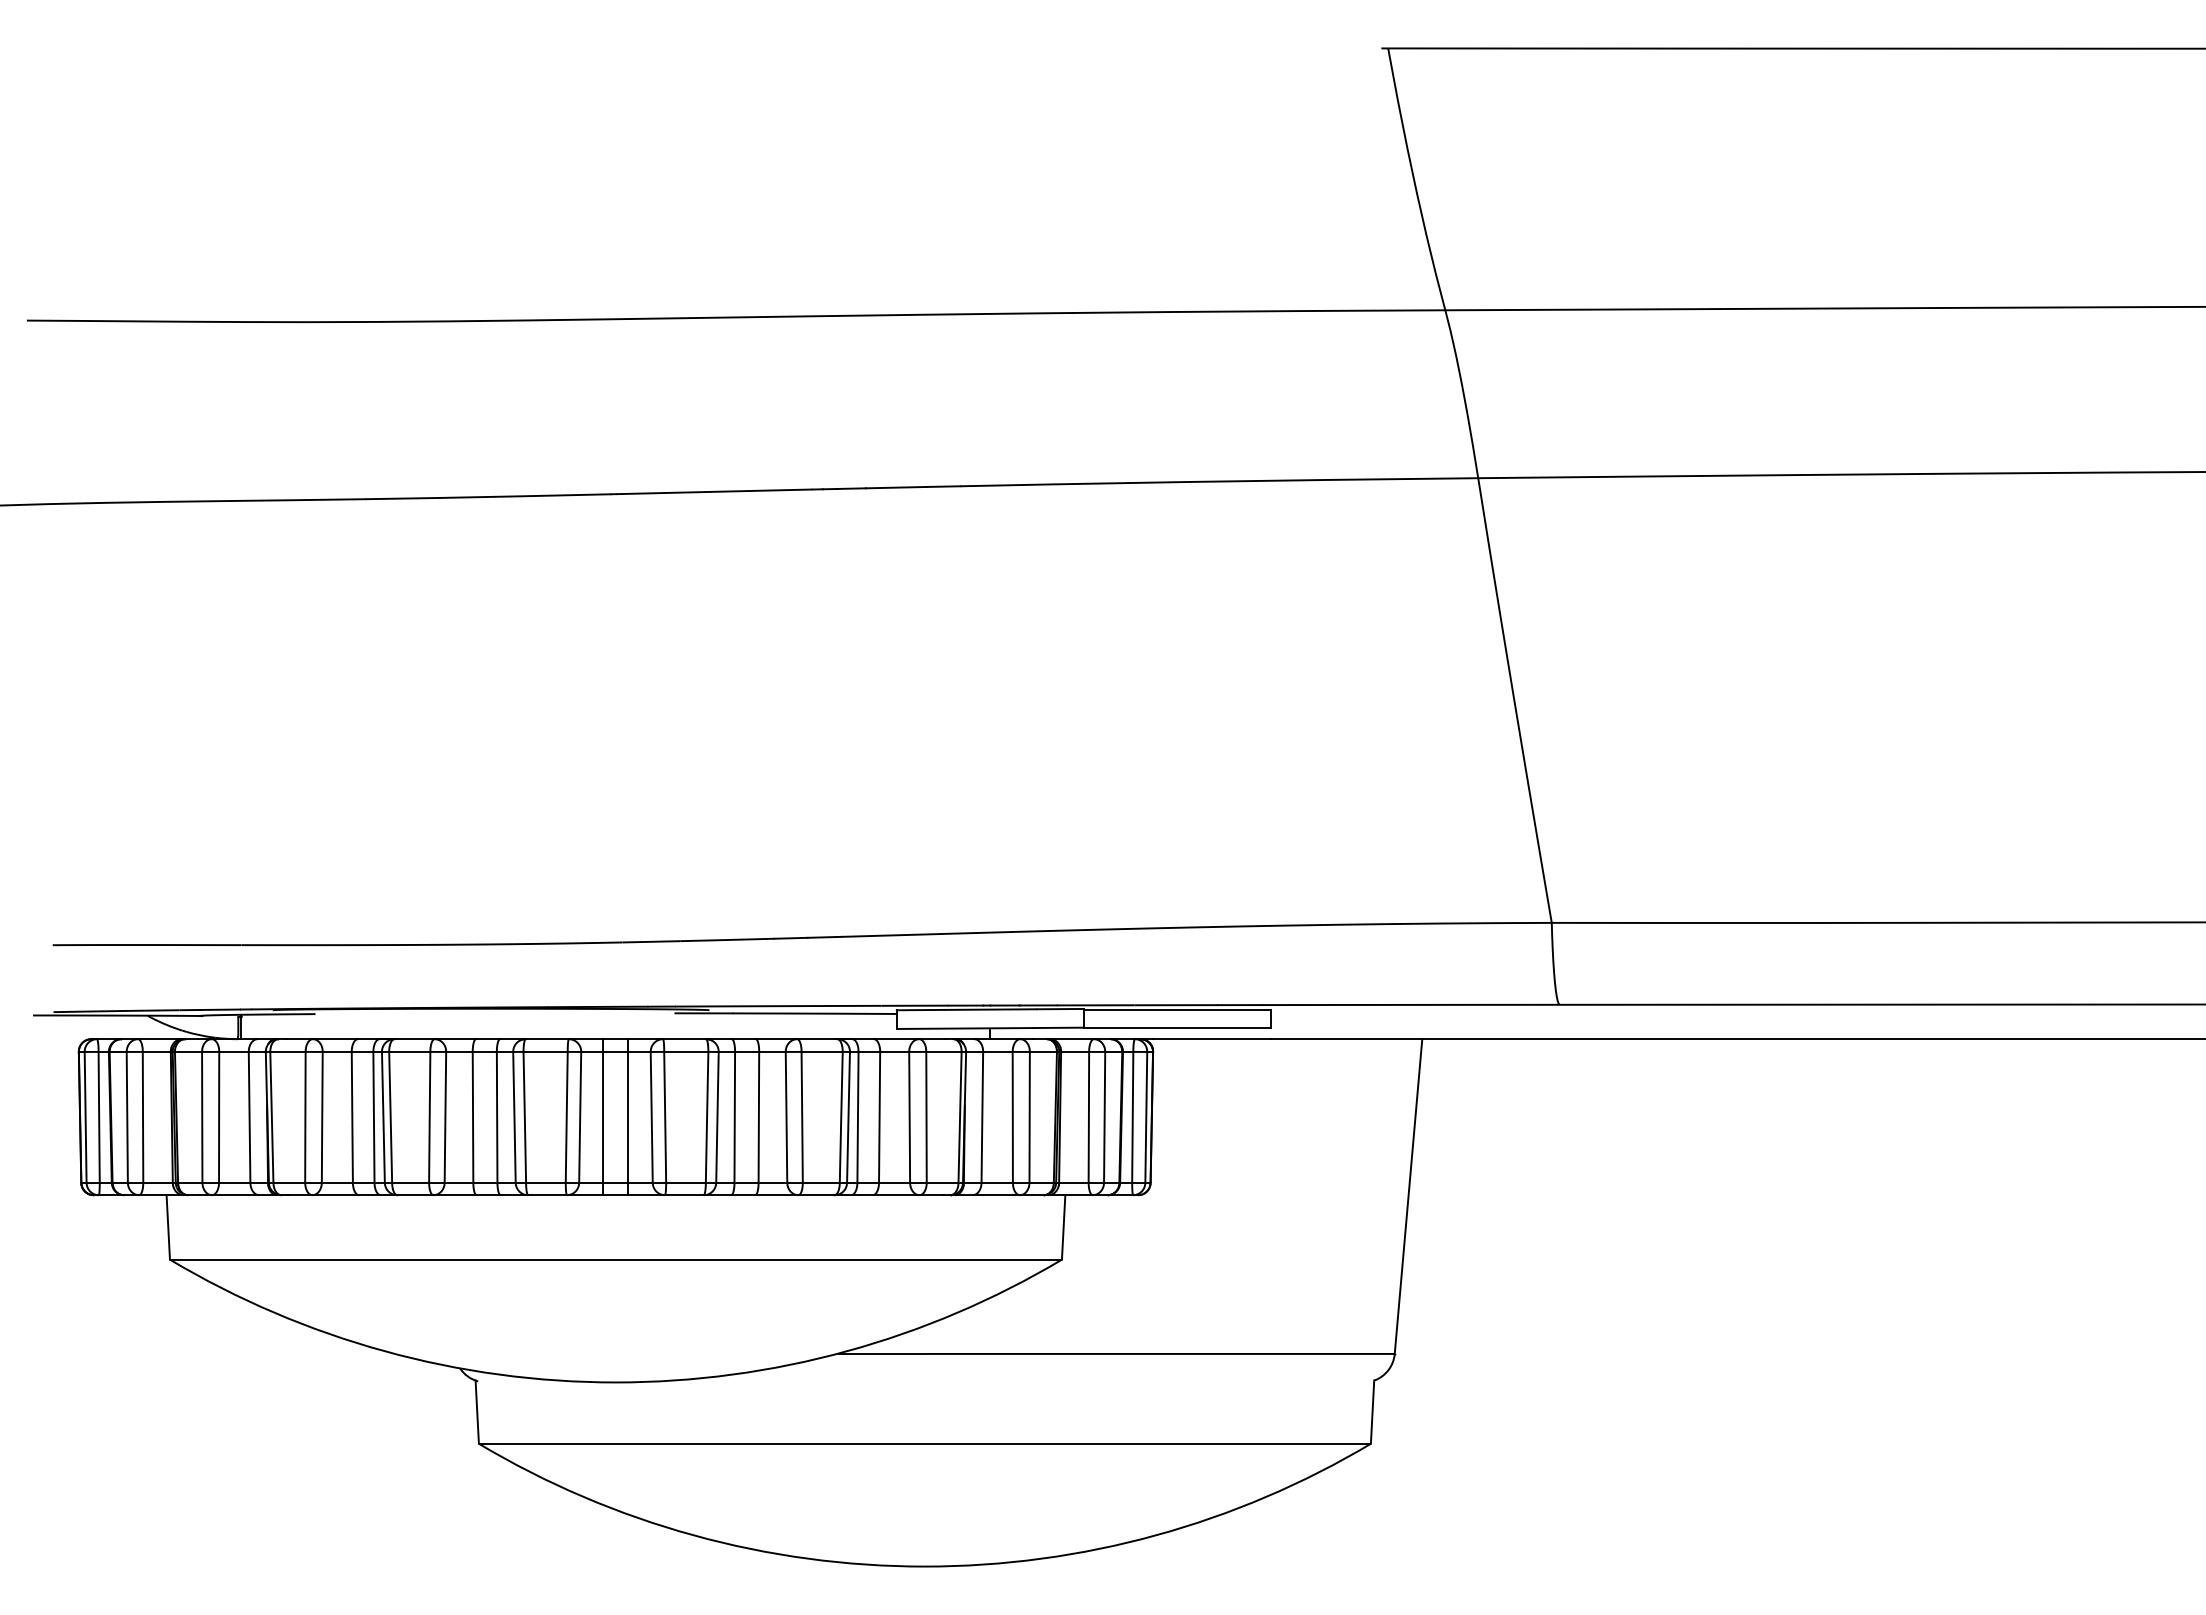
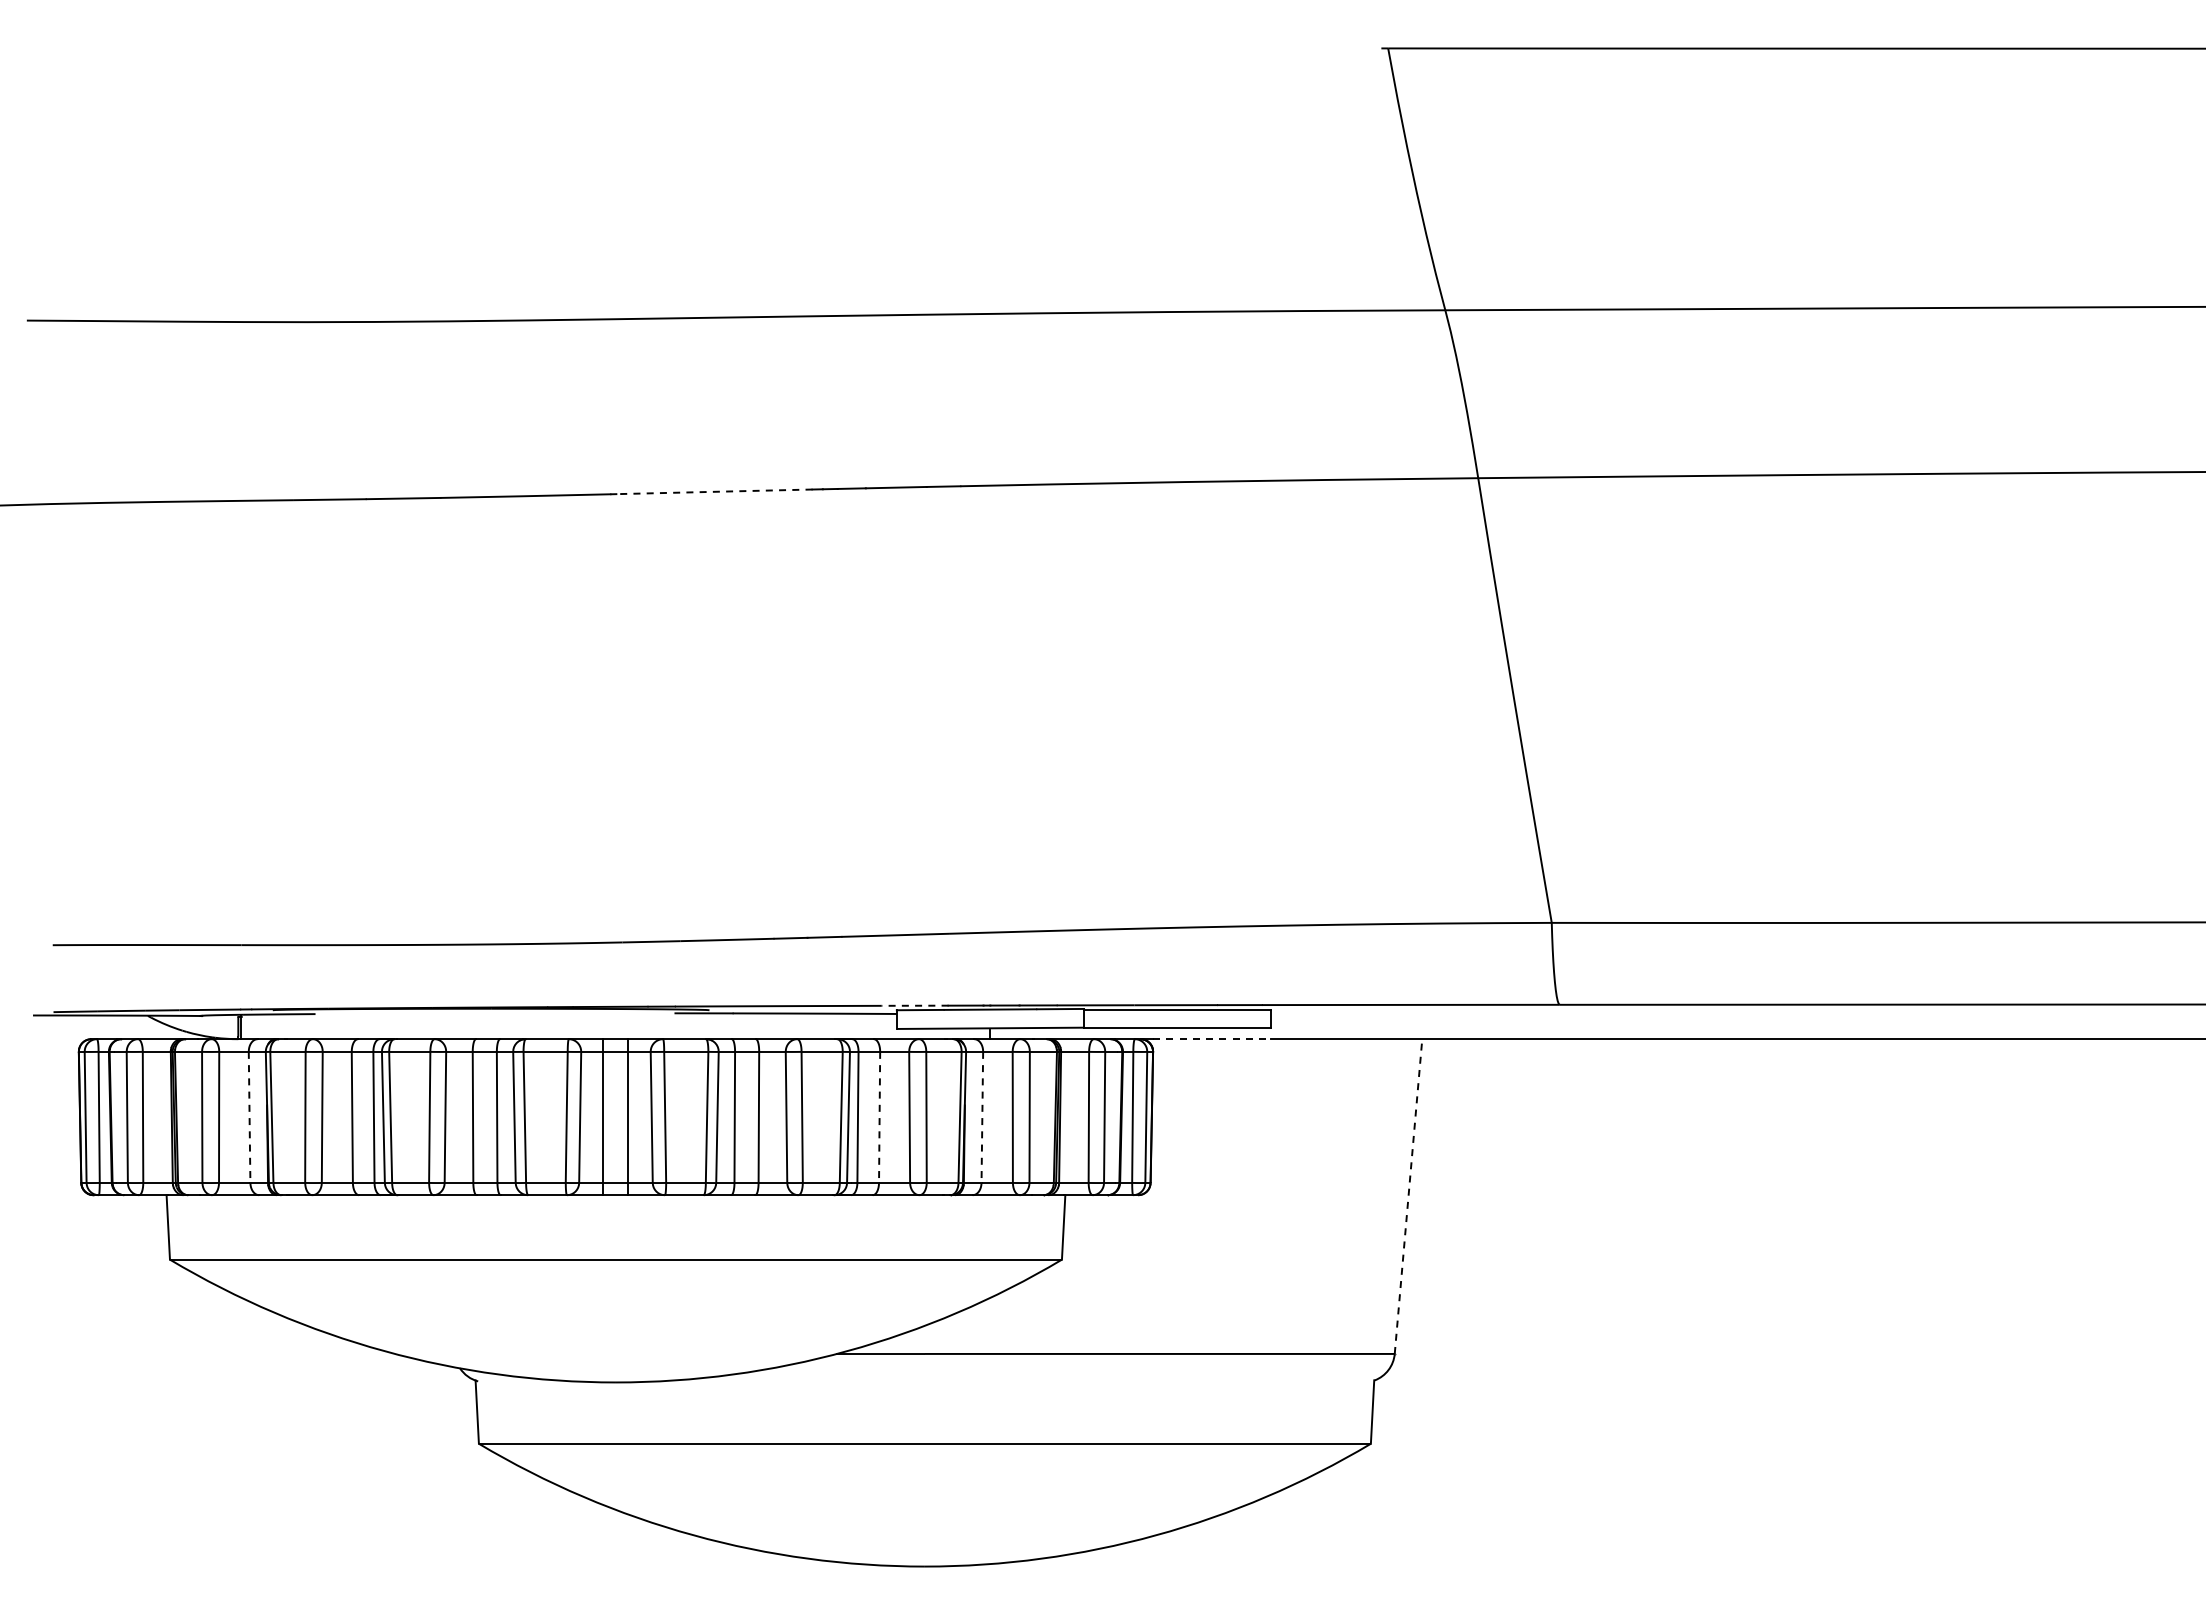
line at (713, 491): solid -> dashed
line at (914, 1005): solid -> dashed
line at (1212, 1039): solid -> dashed
line at (249, 1117): solid -> dashed
line at (879, 1117): solid -> dashed
line at (982, 1117): solid -> dashed
line at (1408, 1196): solid -> dashed
